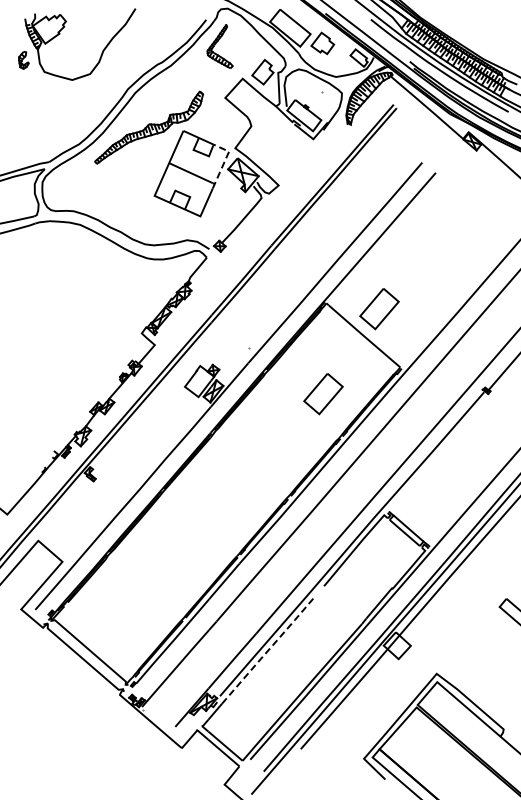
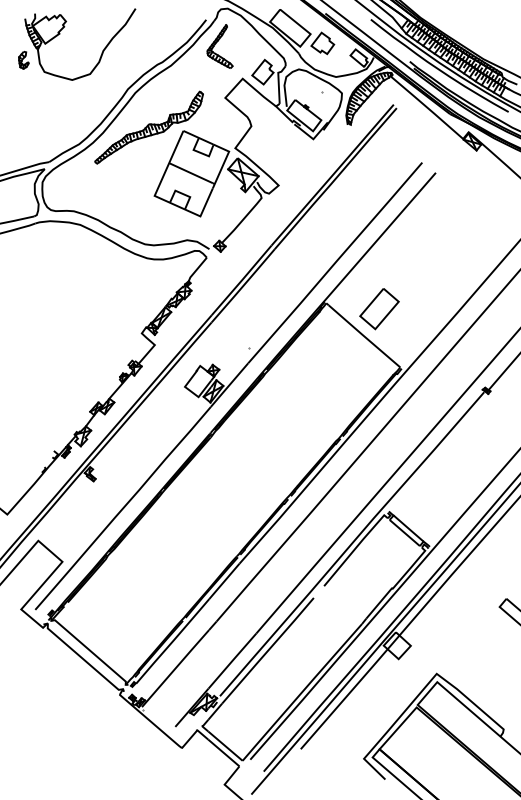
line at (224, 161): dashed -> solid
part at (323, 394): present -> none
line at (268, 650): dashed -> solid
